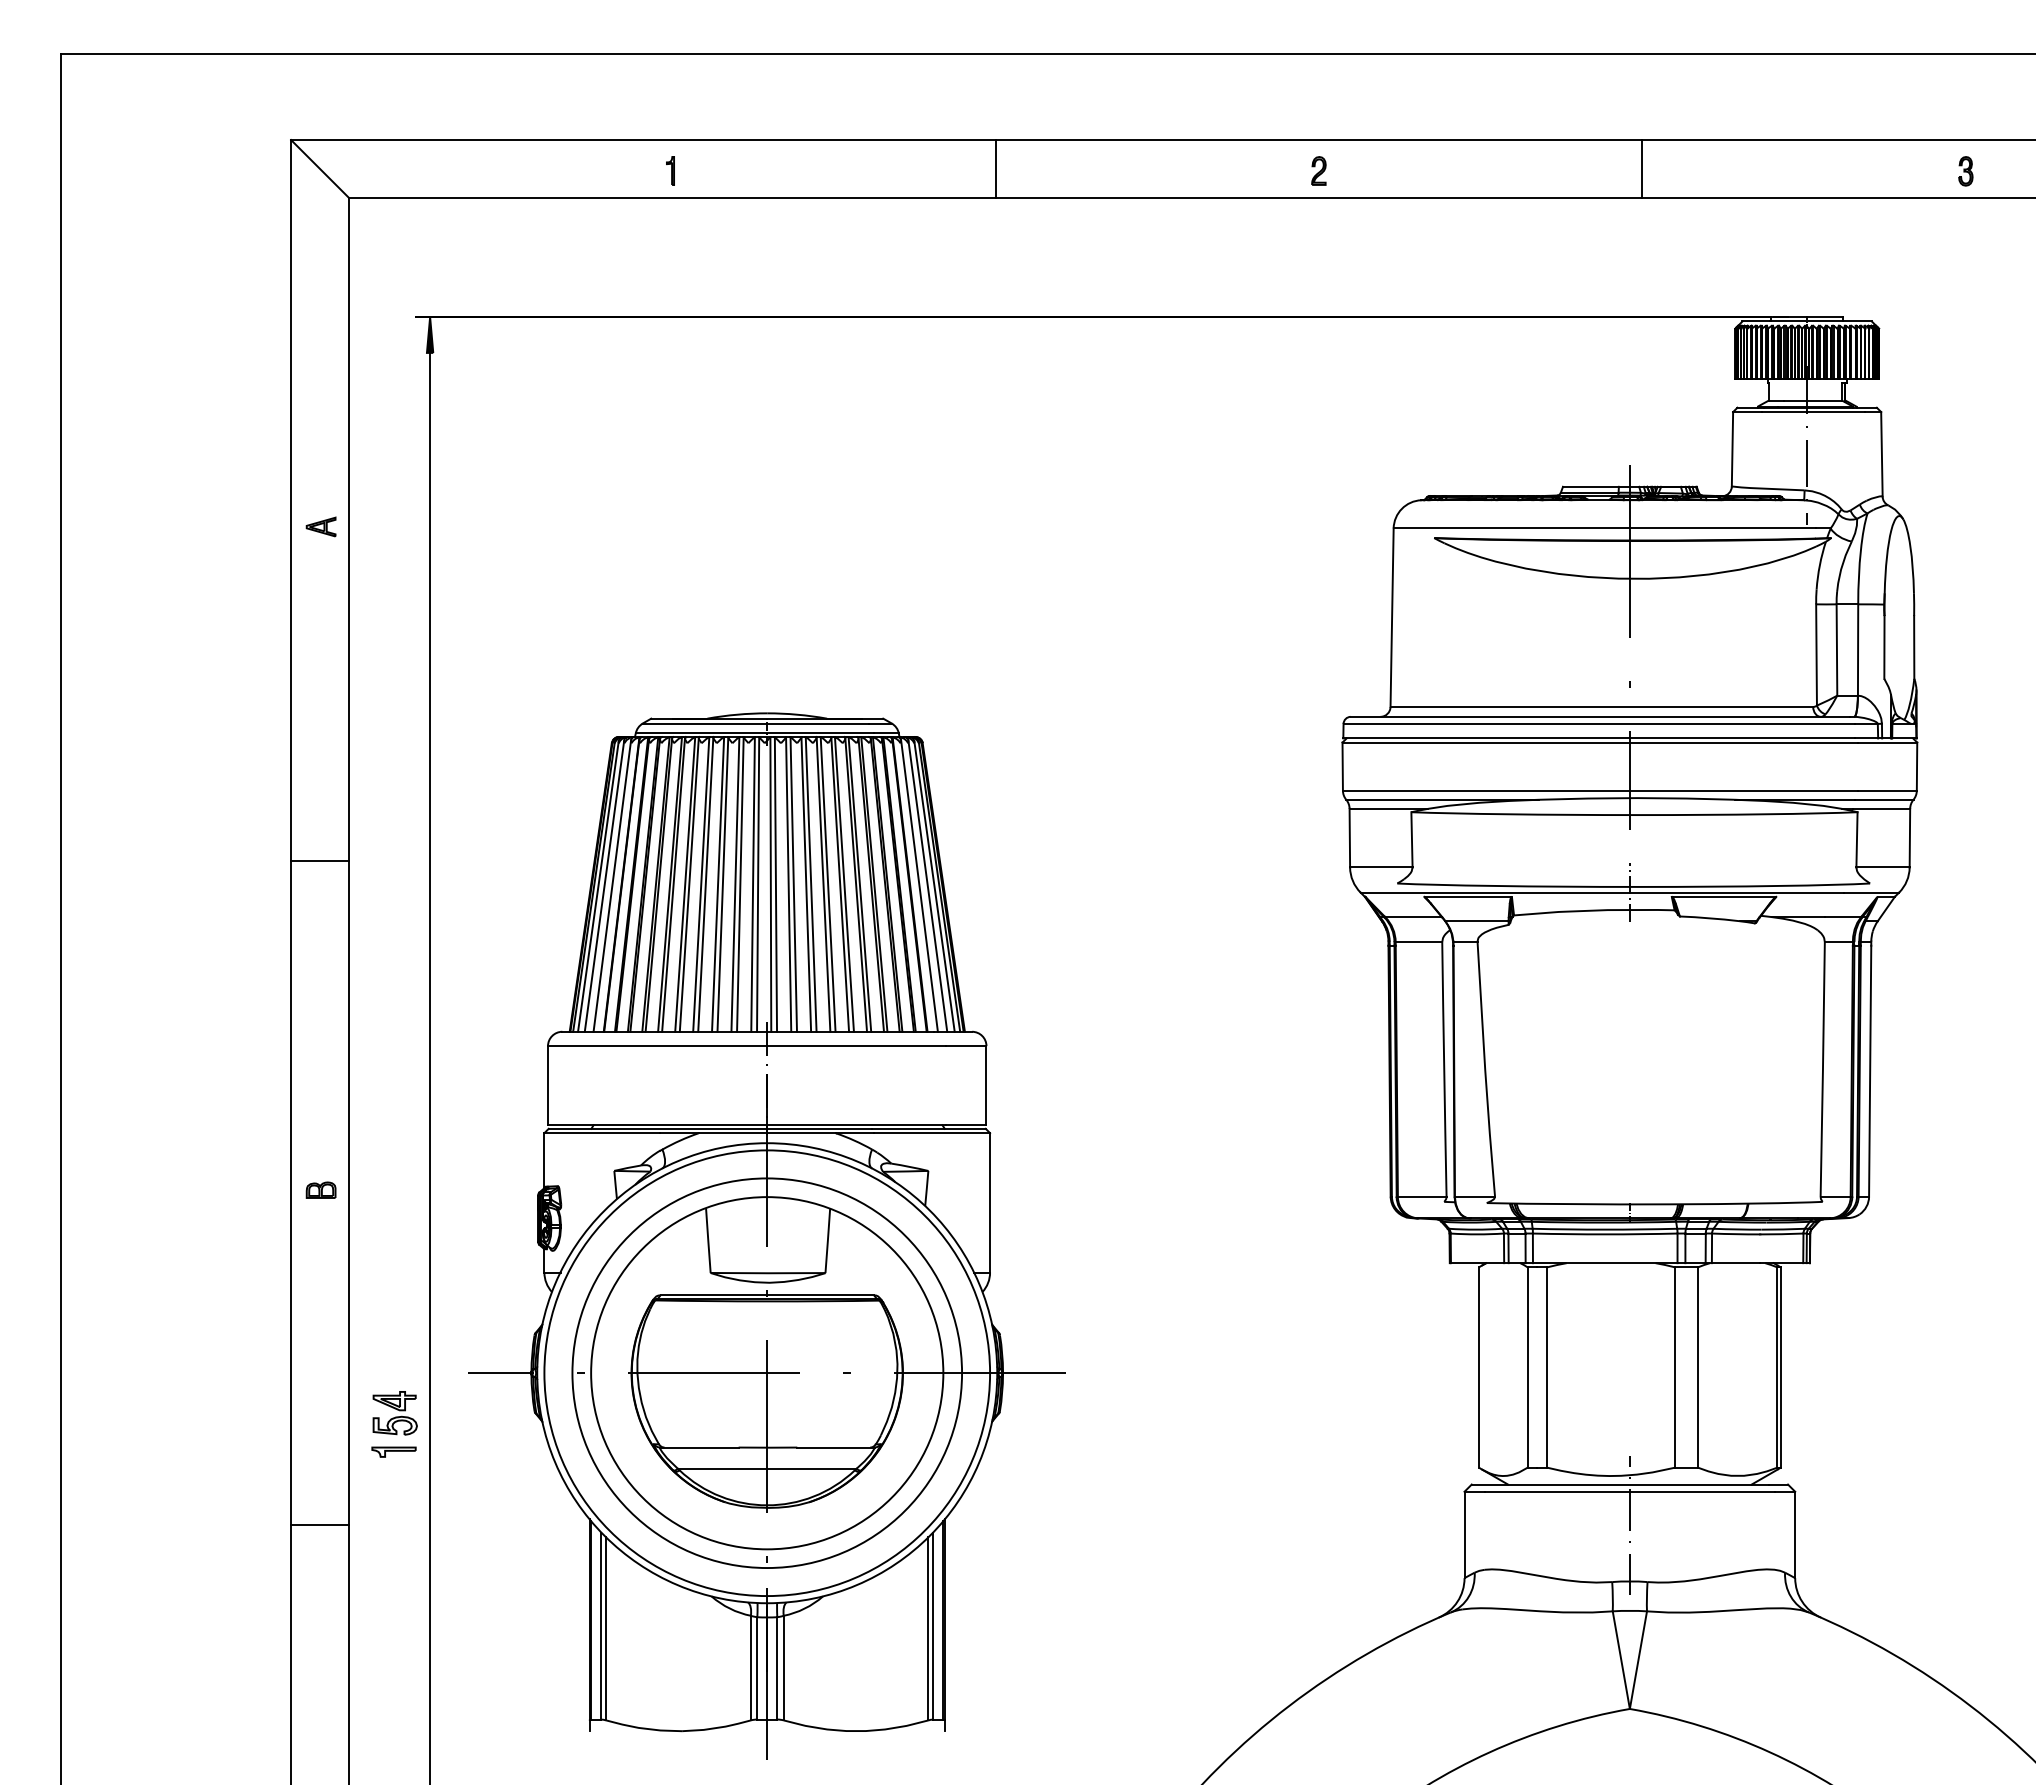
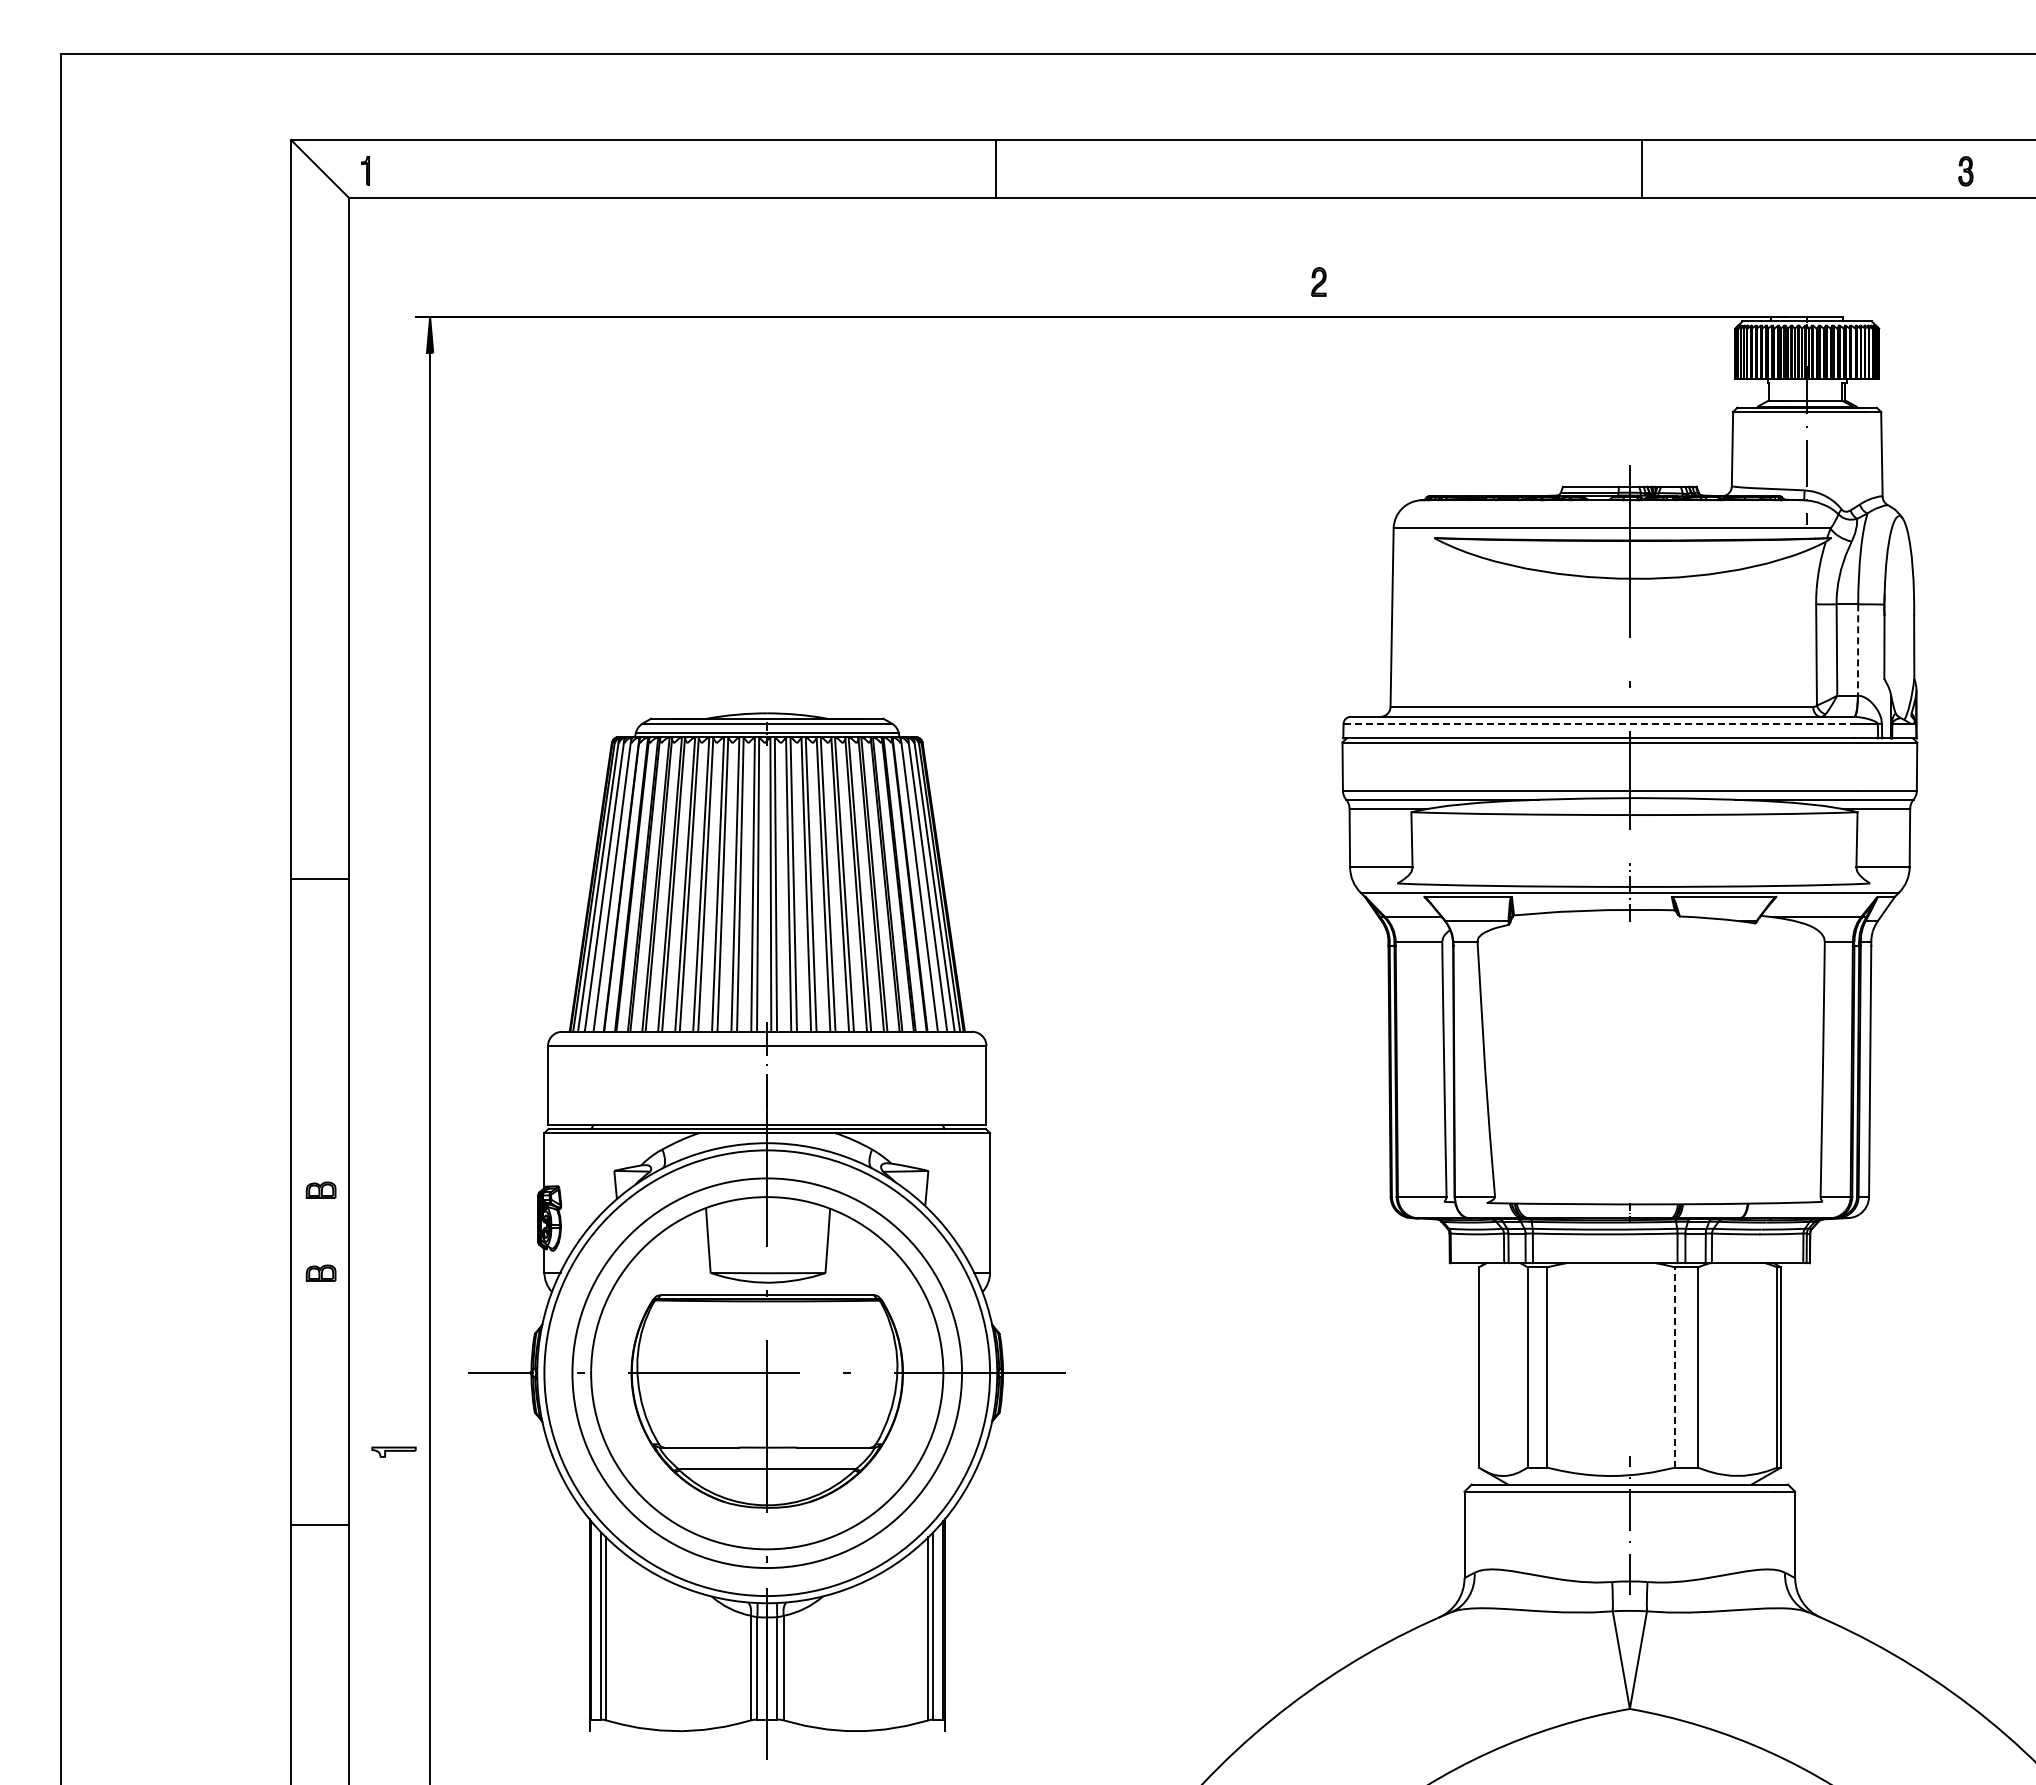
part at (670, 170) position: (670, 170) -> (365, 170)
part at (1318, 170) position: (1318, 170) -> (1318, 281)
part at (320, 526): present -> none
line at (1858, 650): solid -> dashed
line at (1599, 723): solid -> dashed
line at (319, 861) position: (319, 861) -> (319, 879)
part at (320, 1272): none -> present
line at (1674, 1367): solid -> dashed
part at (394, 1413): present -> none
